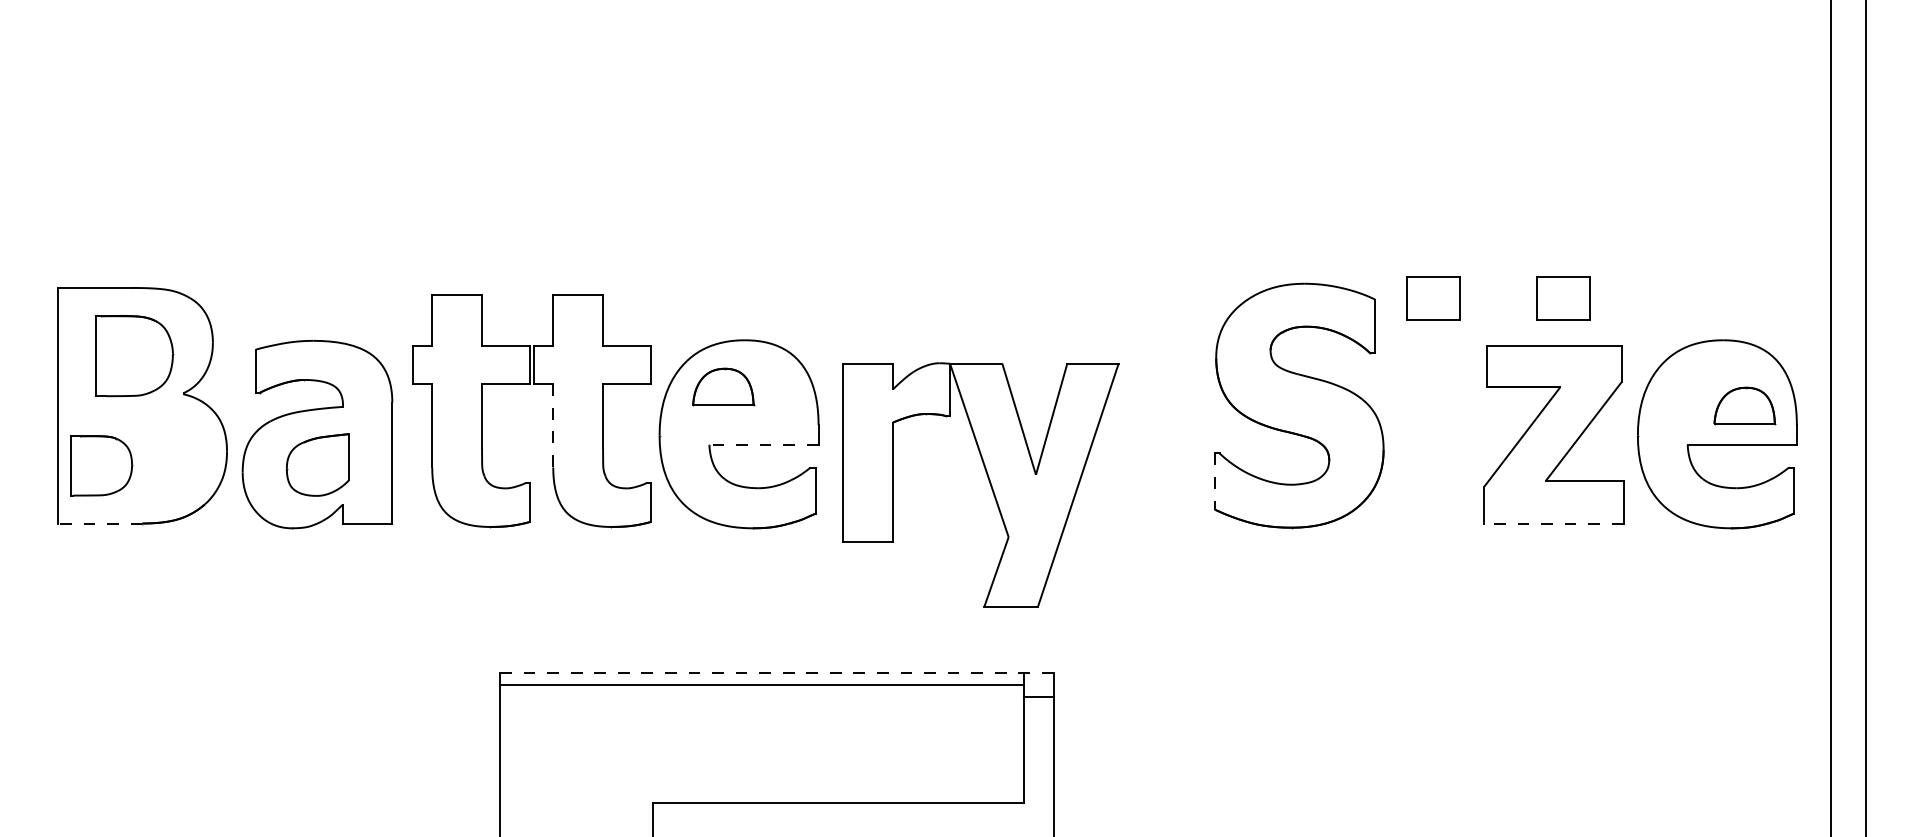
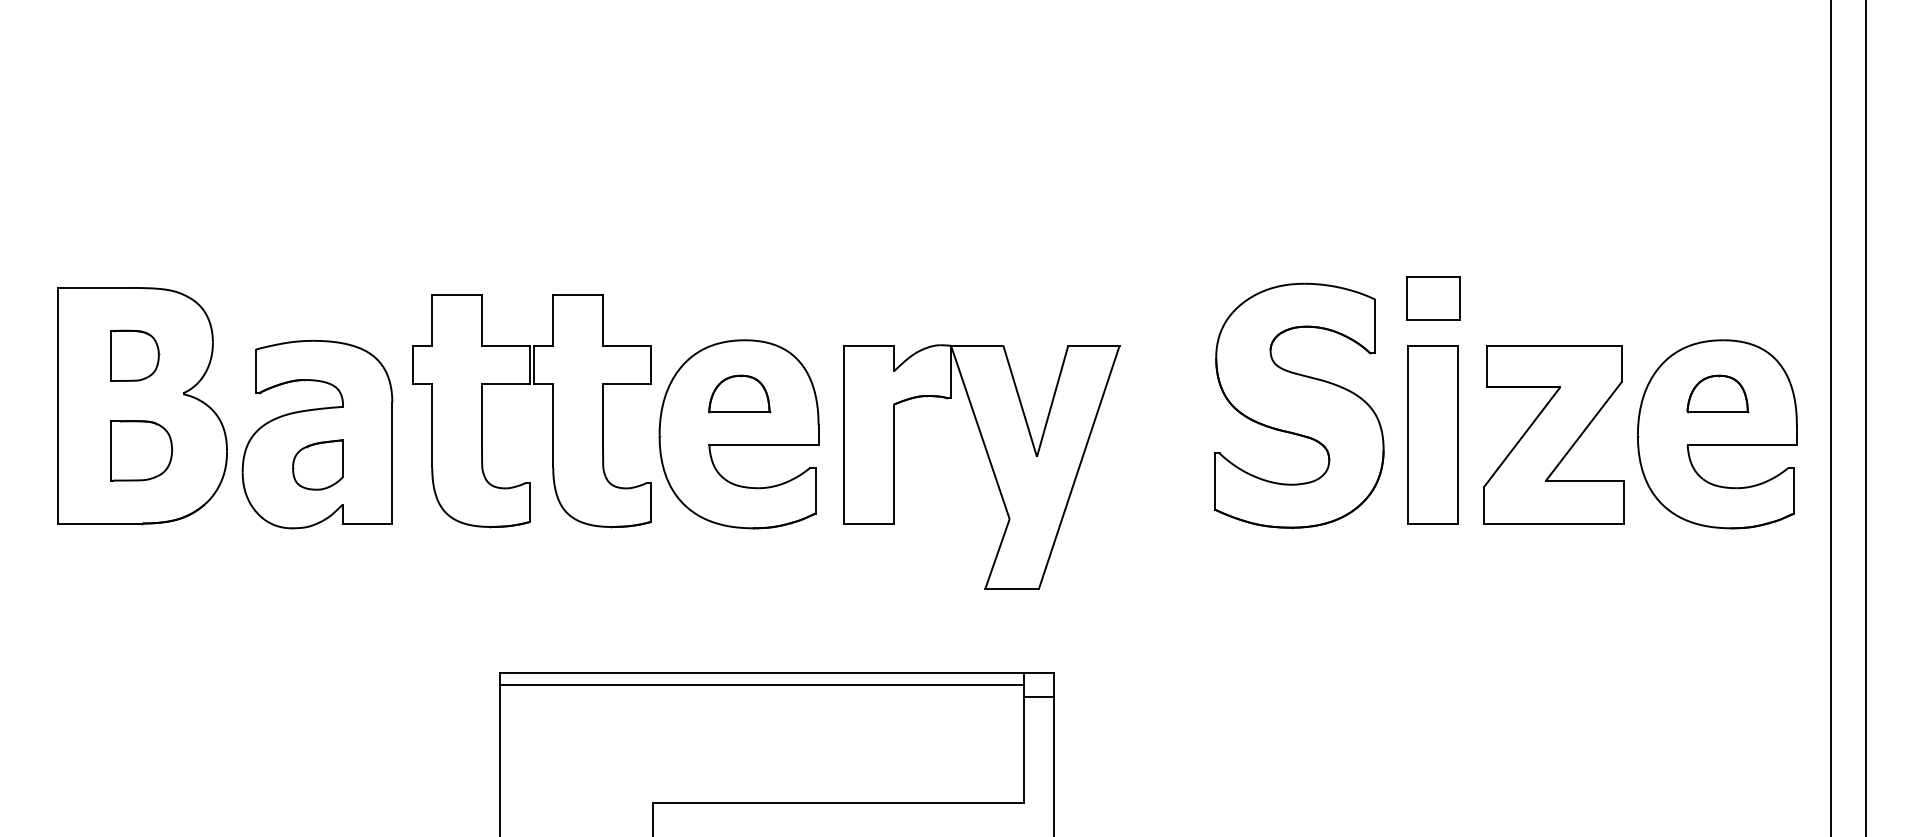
part at (1563, 298): present -> none
part at (134, 356) size: 80x83 px -> 51x53 px
part at (723, 386) position: (723, 386) -> (739, 393)
part at (1744, 405) position: (1744, 405) -> (1717, 393)
line at (553, 425): dashed -> solid
part at (1432, 434): none -> present
line at (764, 445): dashed -> solid
part at (317, 464) size: 64x64 px -> 52x52 px
part at (101, 465) position: (101, 465) -> (141, 450)
part at (988, 481) position: (988, 481) -> (989, 463)
line at (1214, 482): dashed -> solid
line at (99, 523): dashed -> solid
line at (1553, 523): dashed -> solid
line at (776, 672): dashed -> solid
